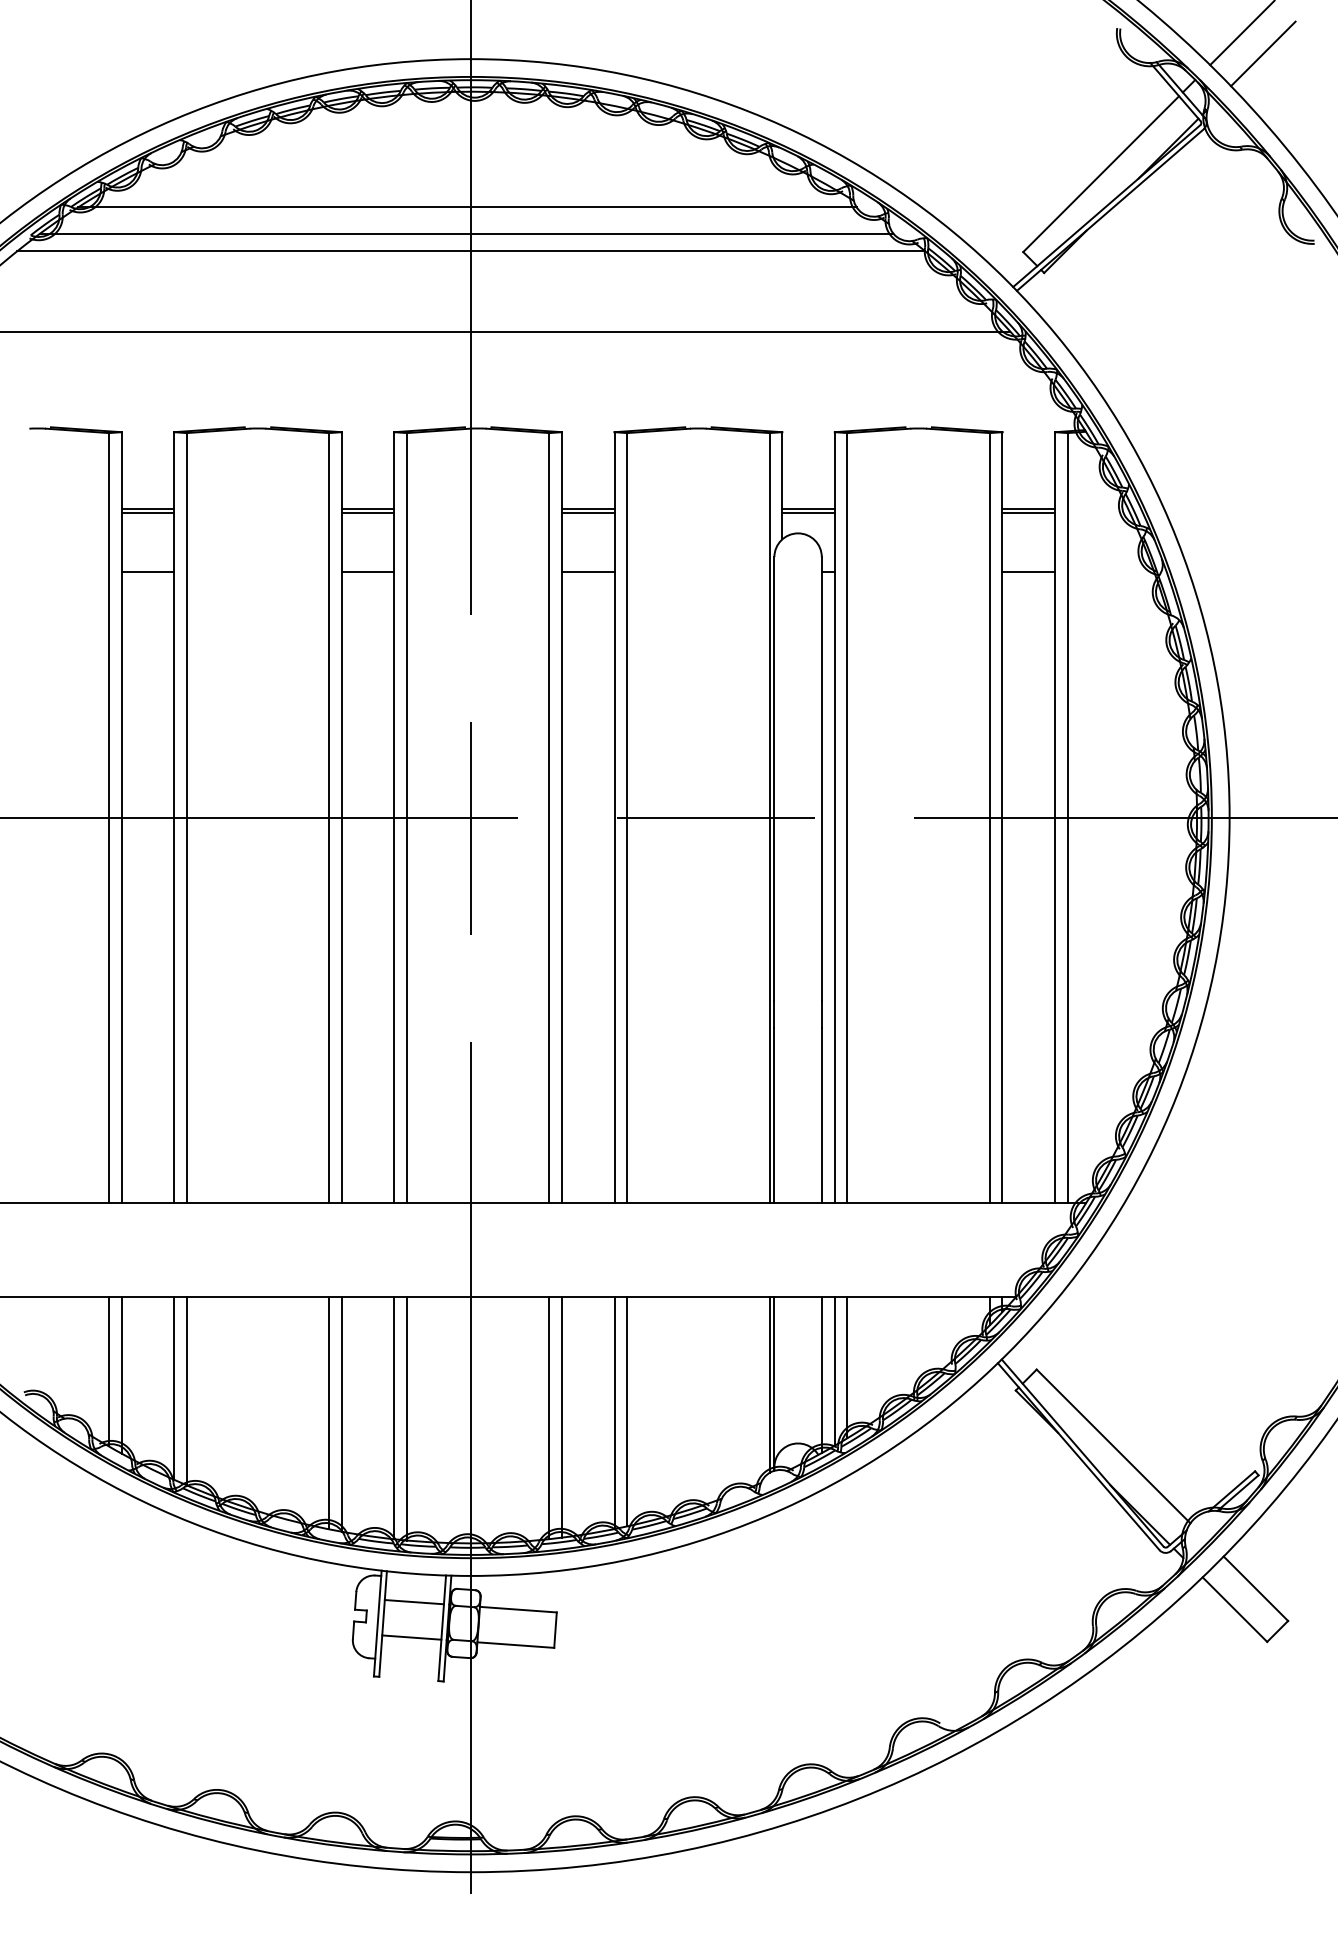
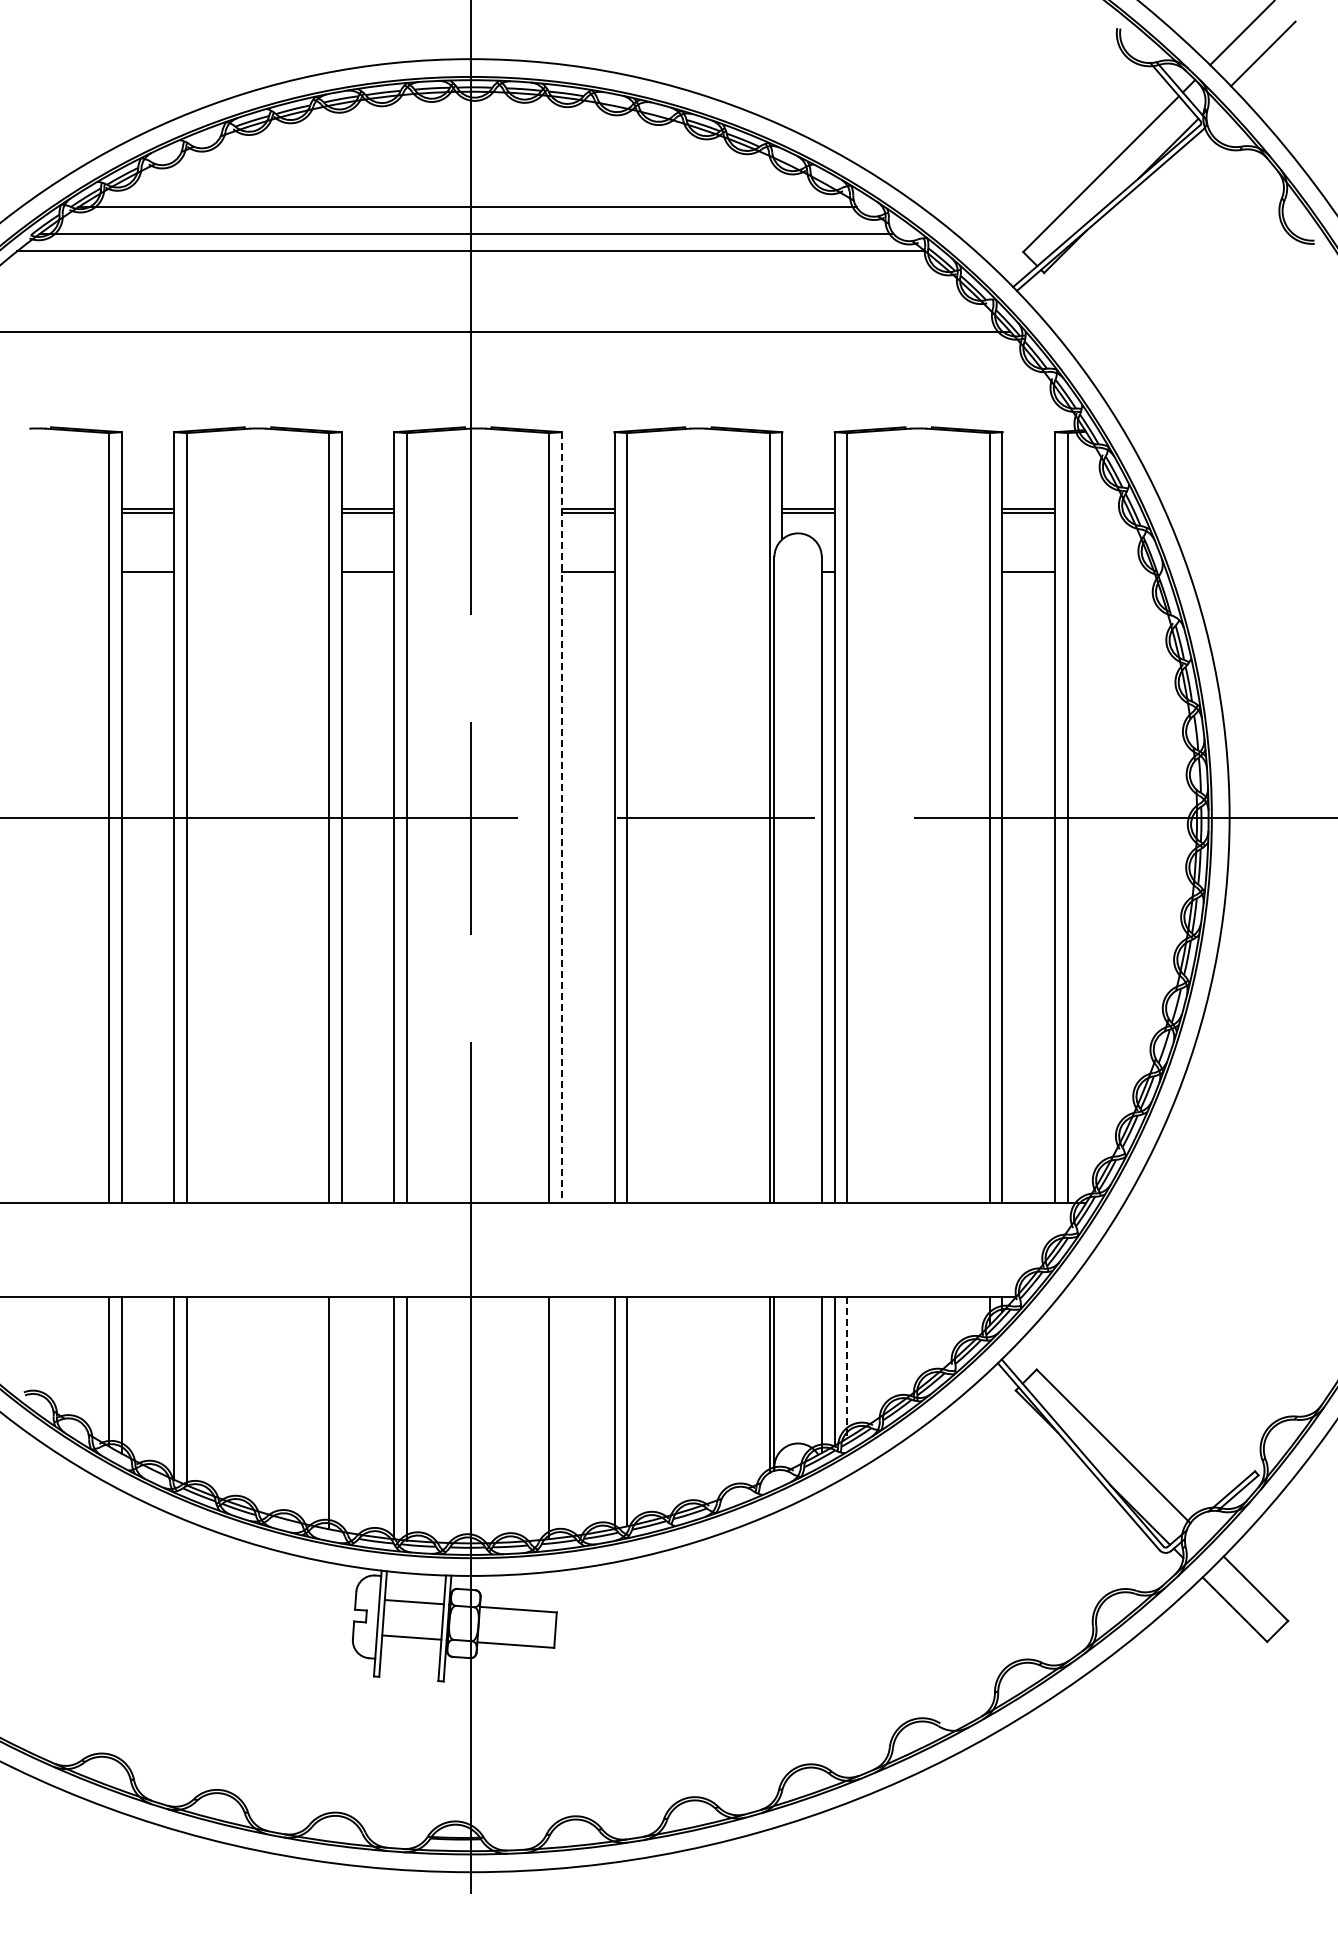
line at (562, 817): solid -> dashed
line at (847, 1368): solid -> dashed
line at (341, 1414): present -> none
line at (562, 1417): present -> none
